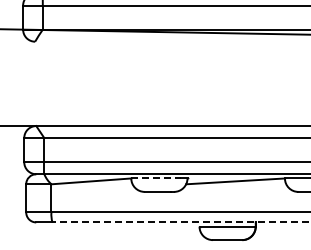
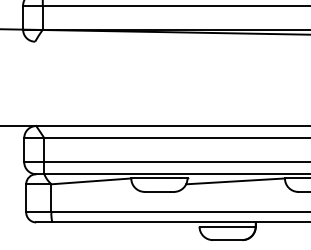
line at (156, 178): dashed -> solid
line at (181, 222): dashed -> solid
